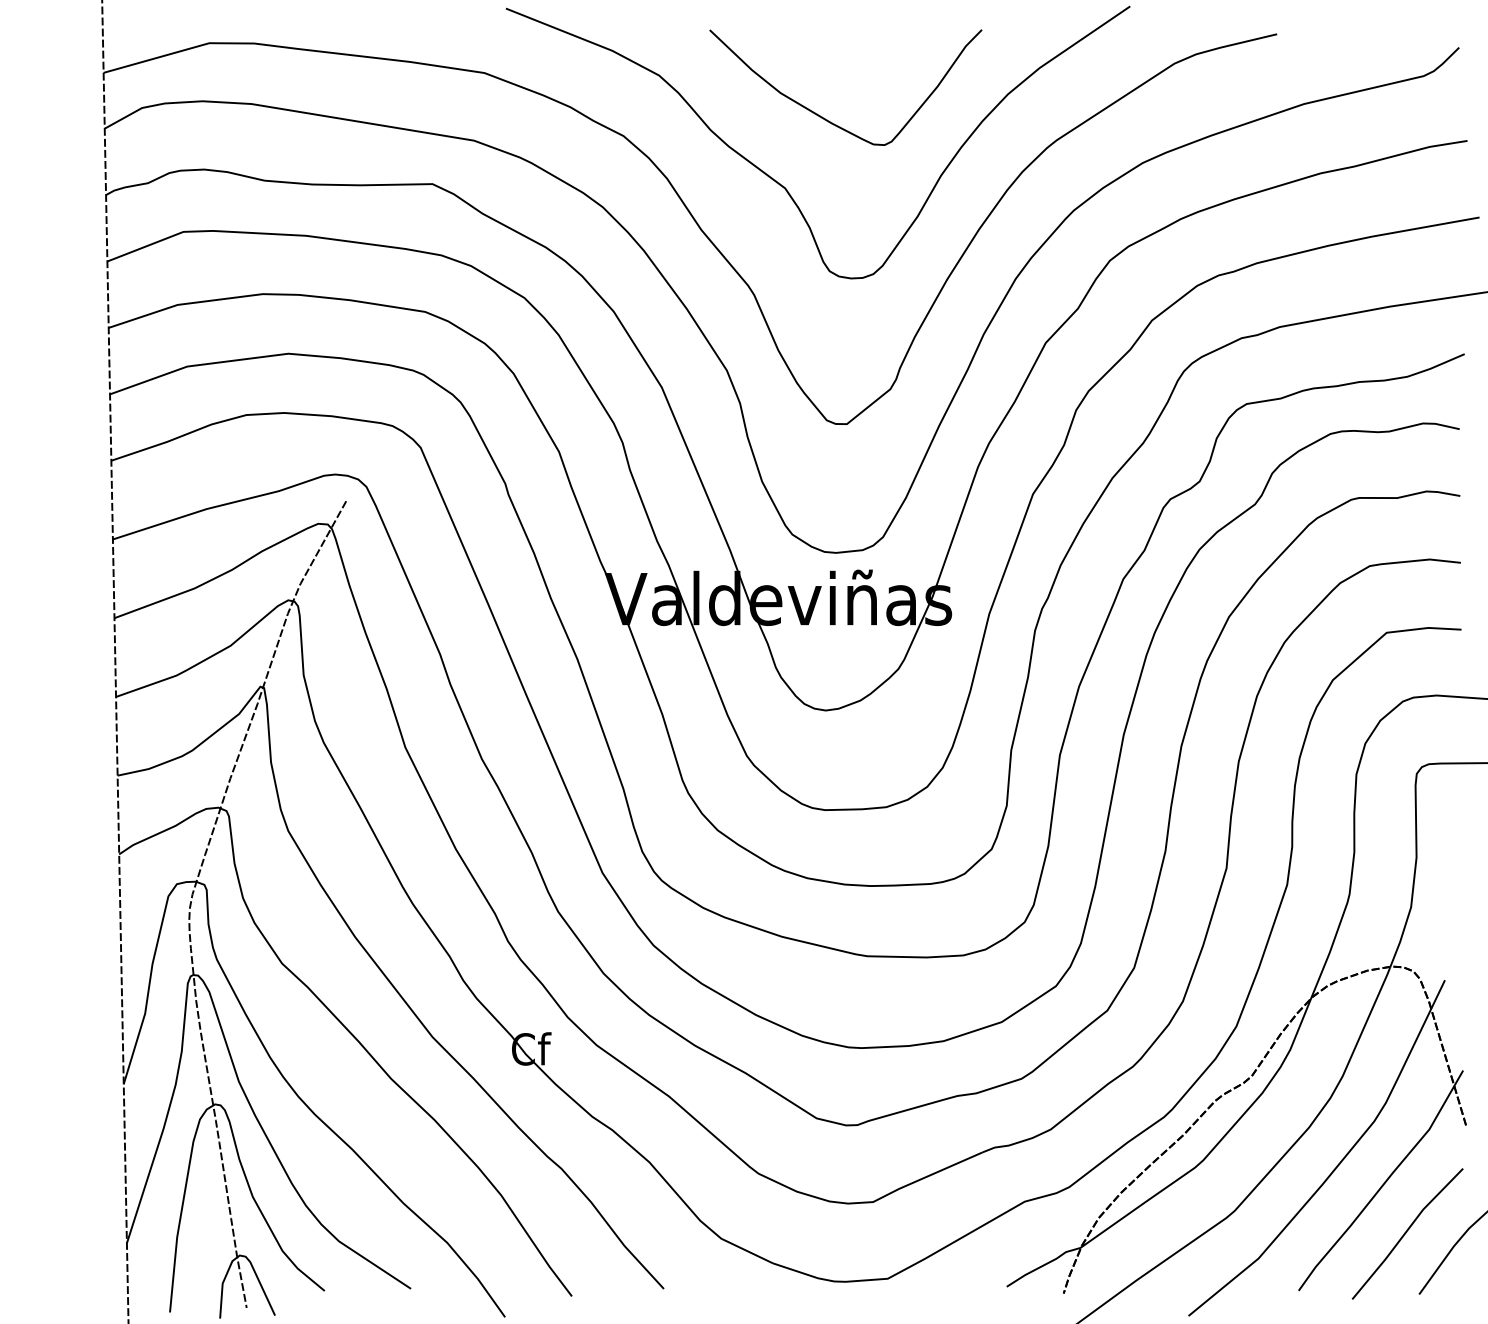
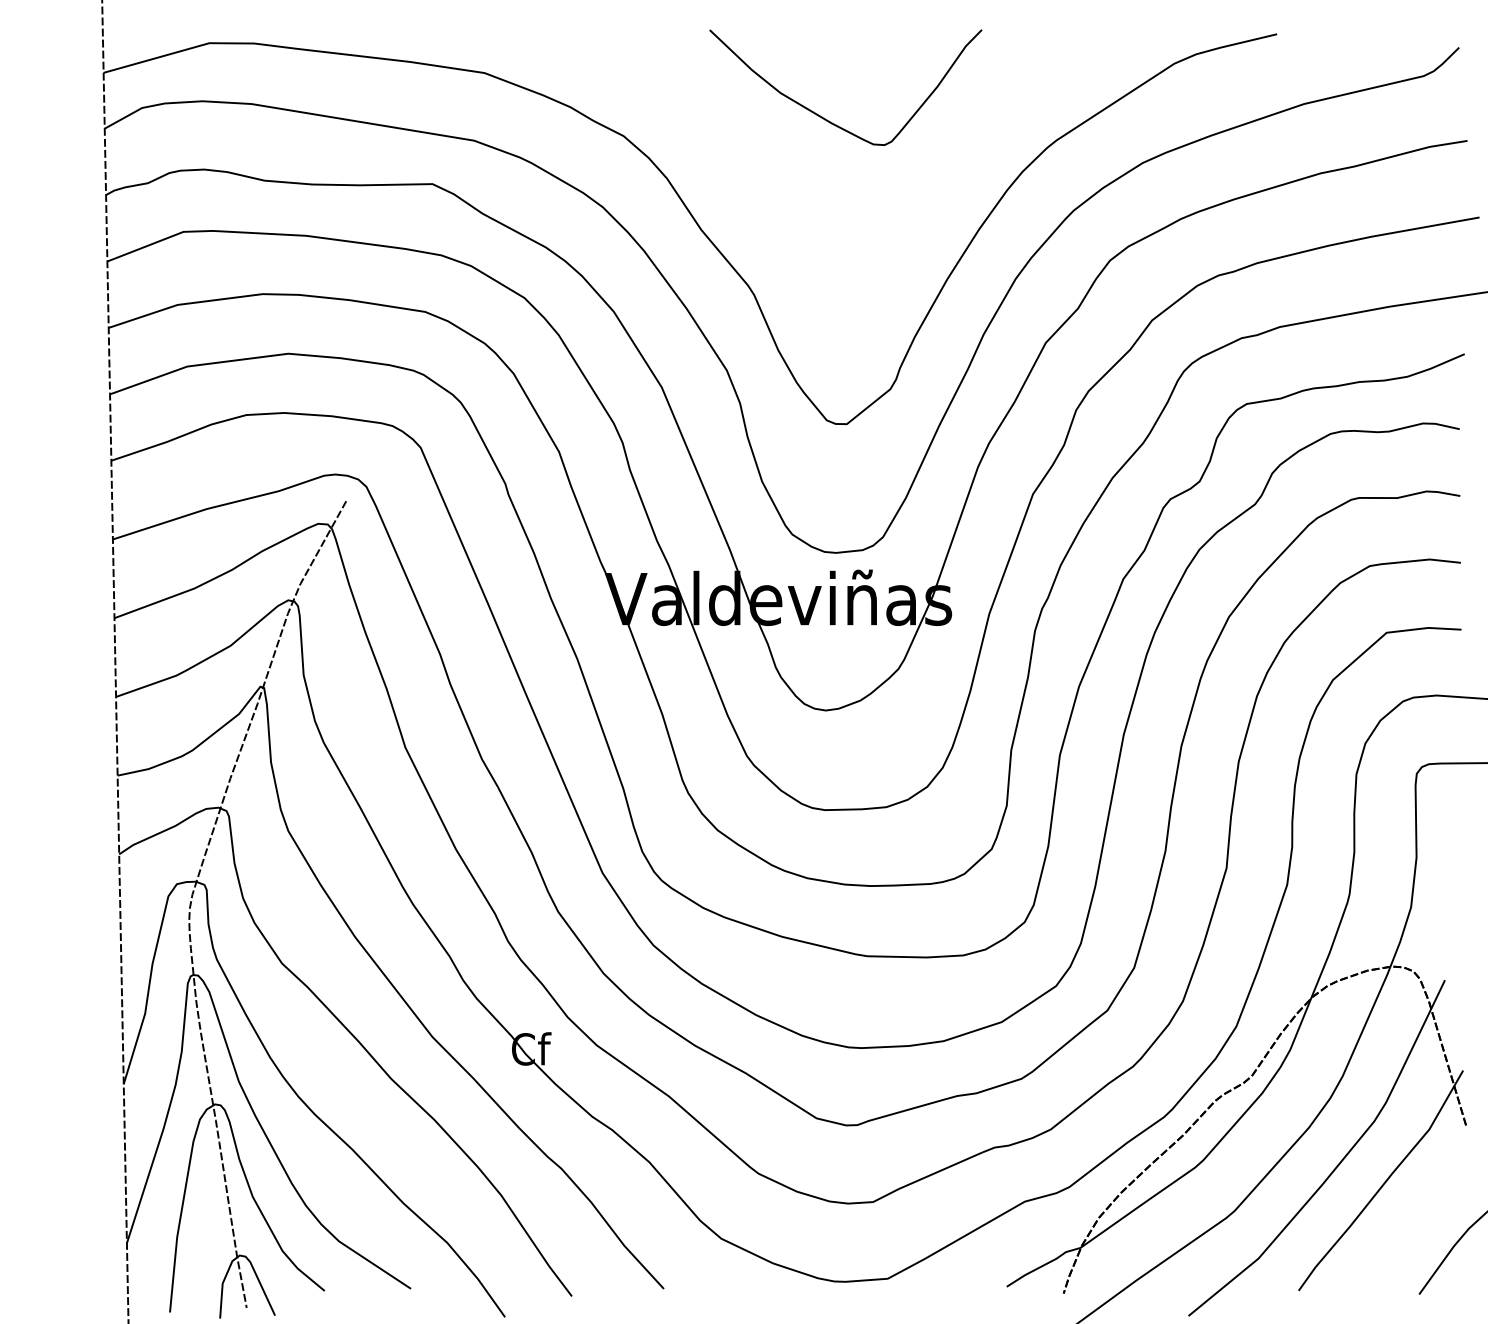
curve at (783, 185): present -> none
line at (1407, 1232): present -> none
